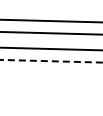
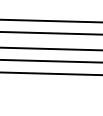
line at (51, 61): dashed -> solid
line at (50, 73): none -> present
